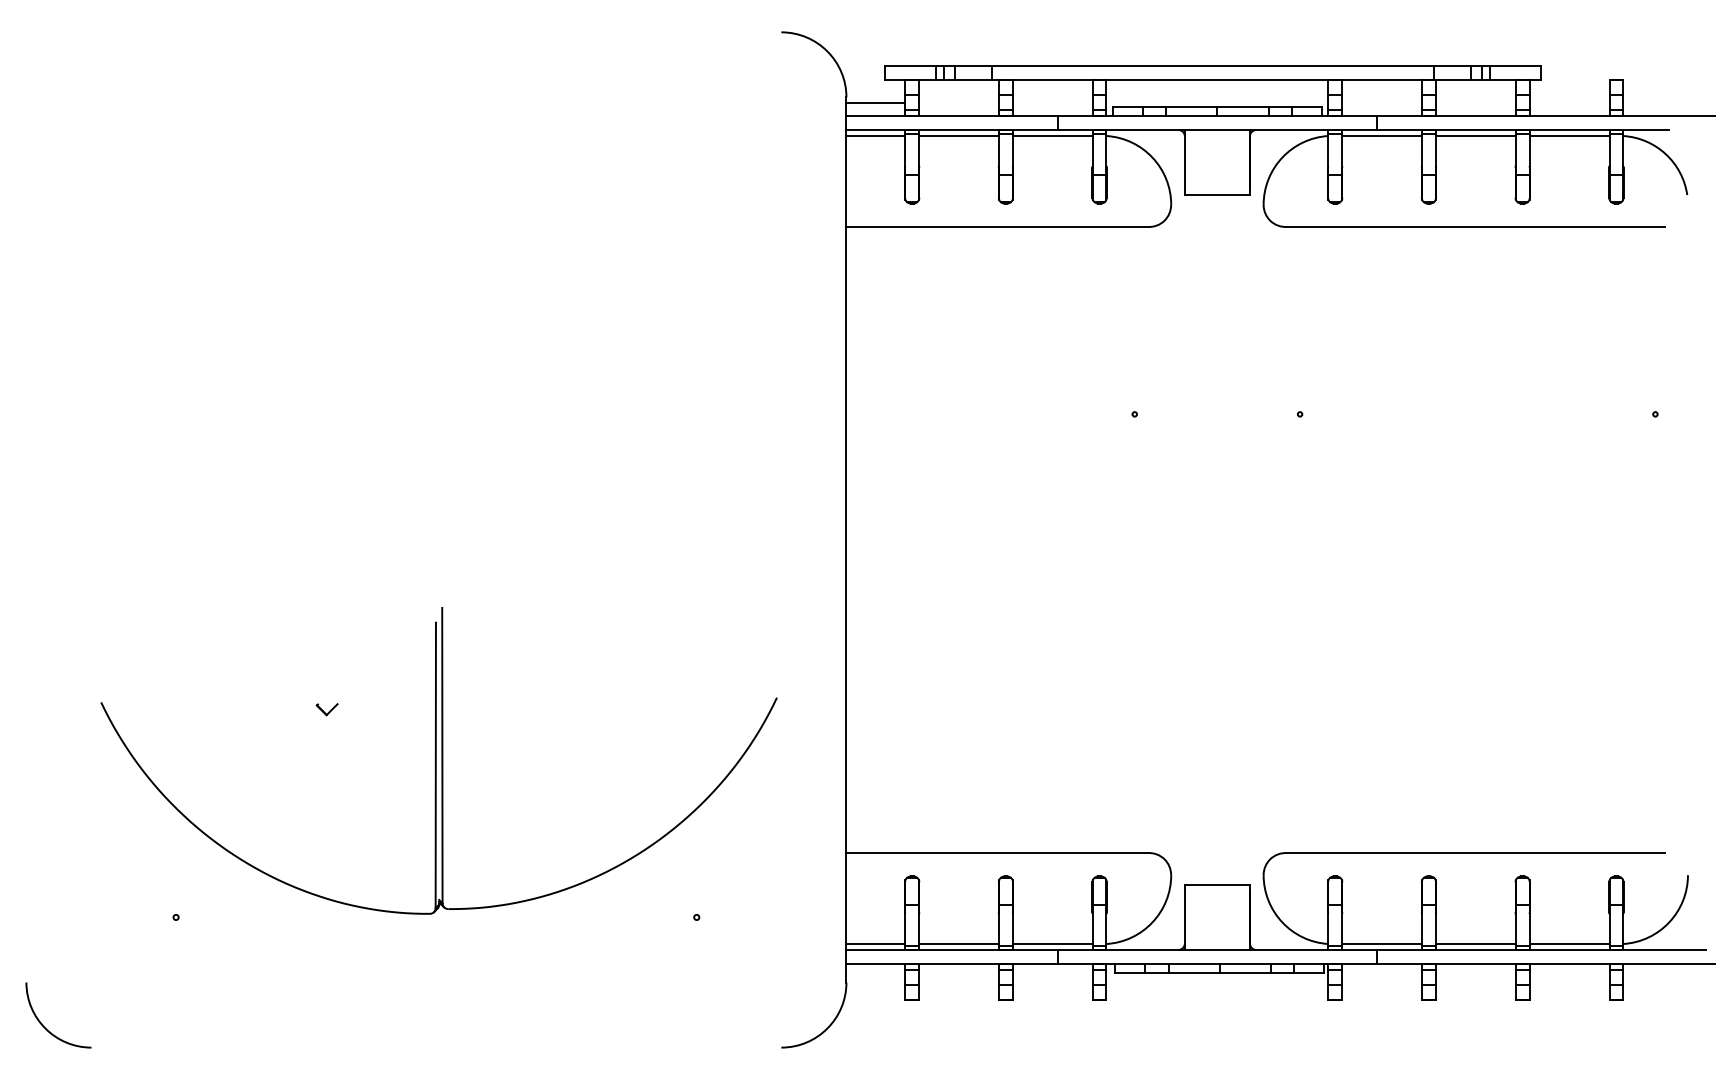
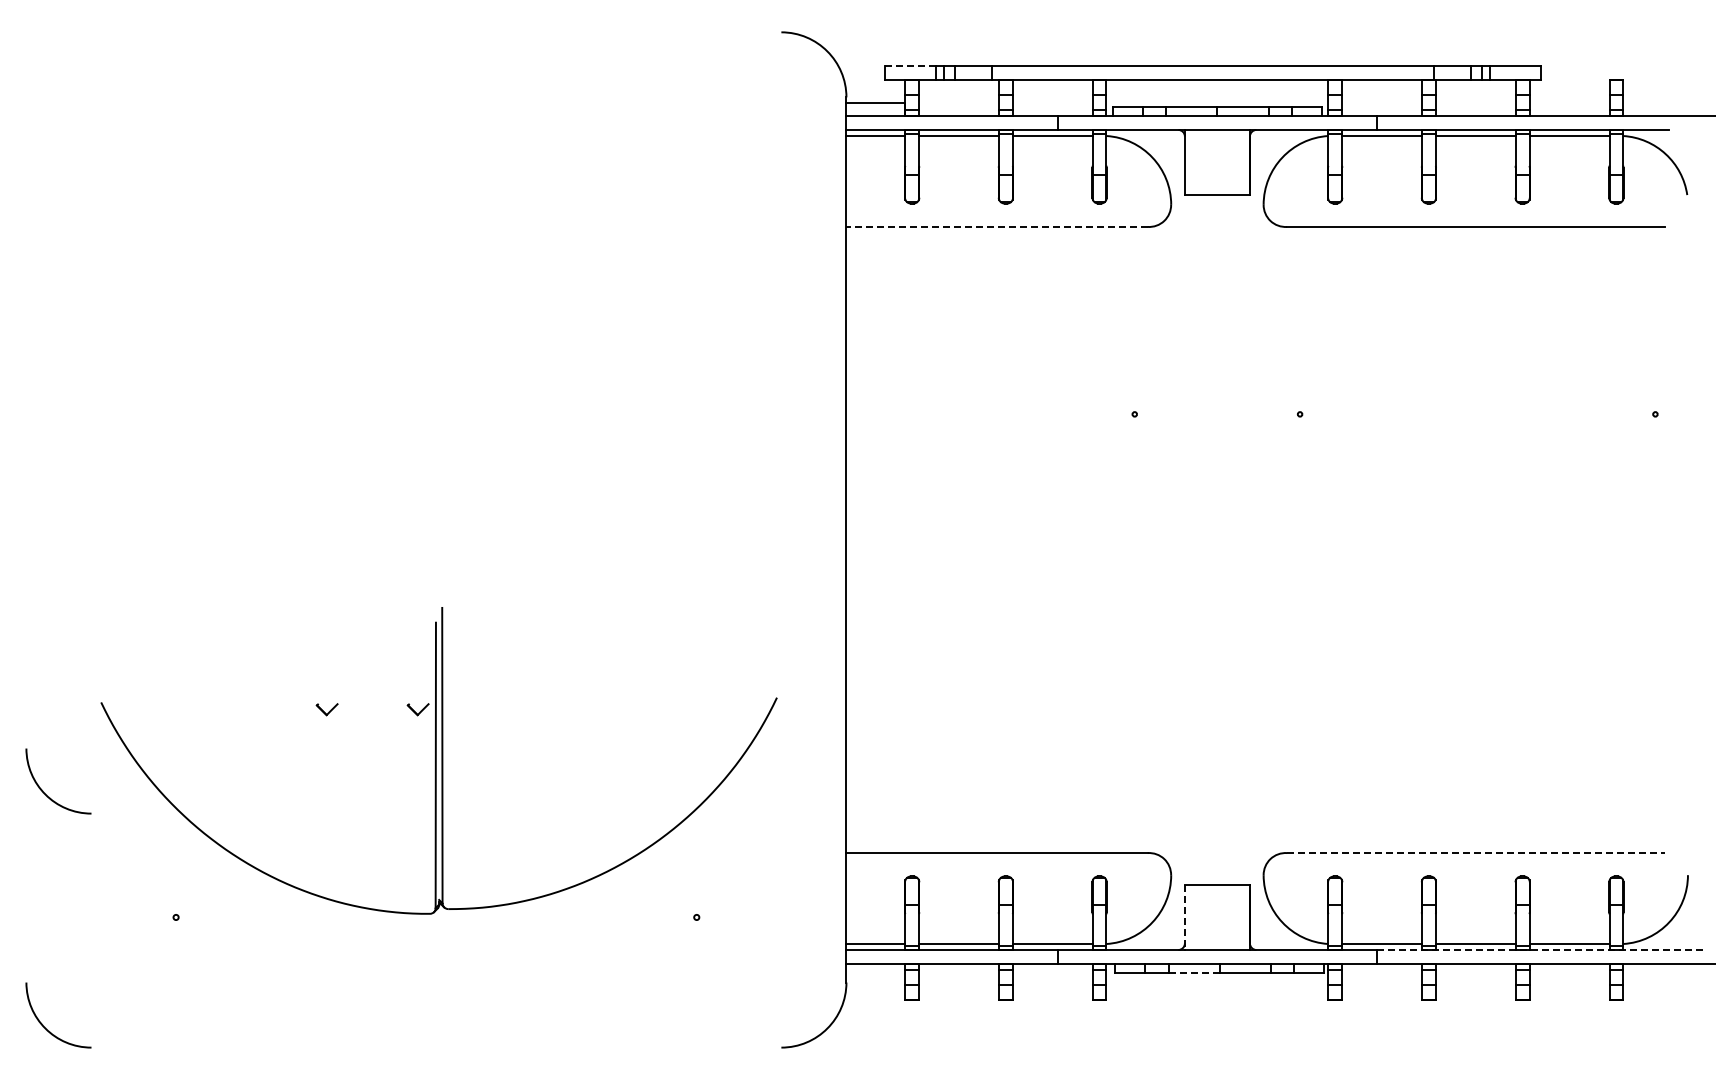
line at (910, 66): solid -> dashed
line at (997, 227): solid -> dashed
part at (417, 709): none -> present
arc at (43, 790): none -> present
line at (1475, 853): solid -> dashed
line at (1184, 917): solid -> dashed
line at (1541, 950): solid -> dashed
line at (1194, 973): solid -> dashed
